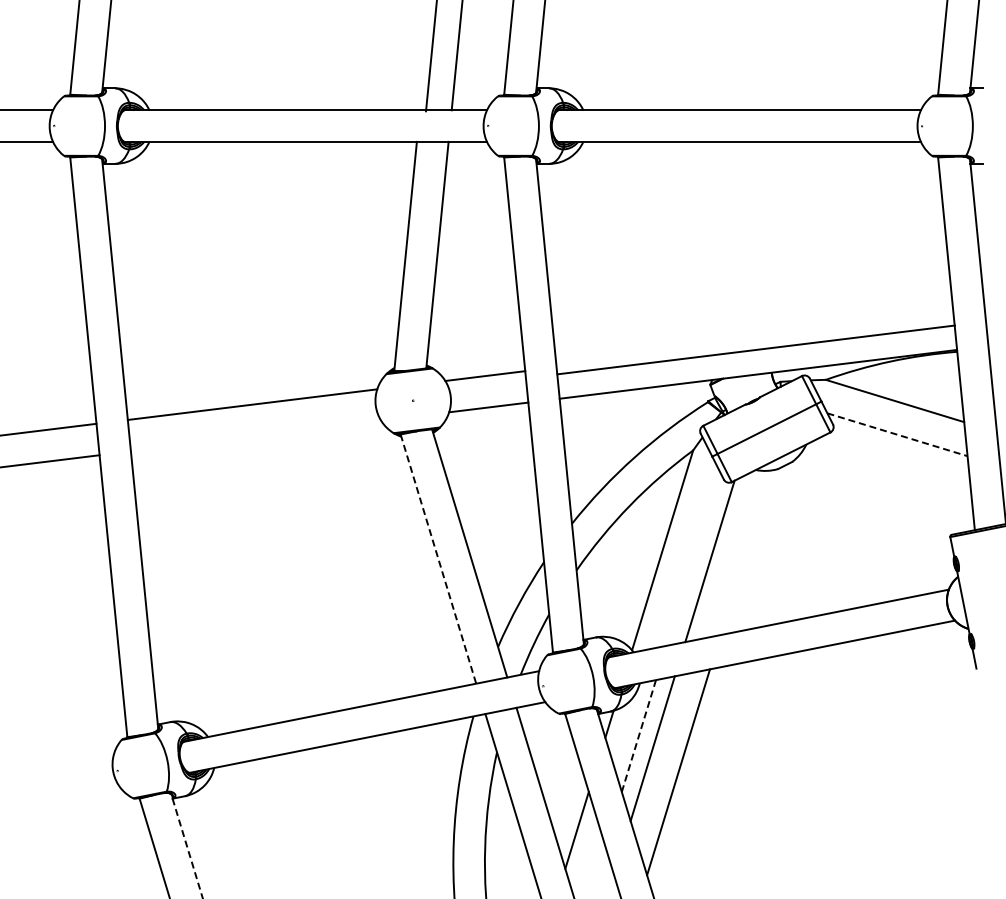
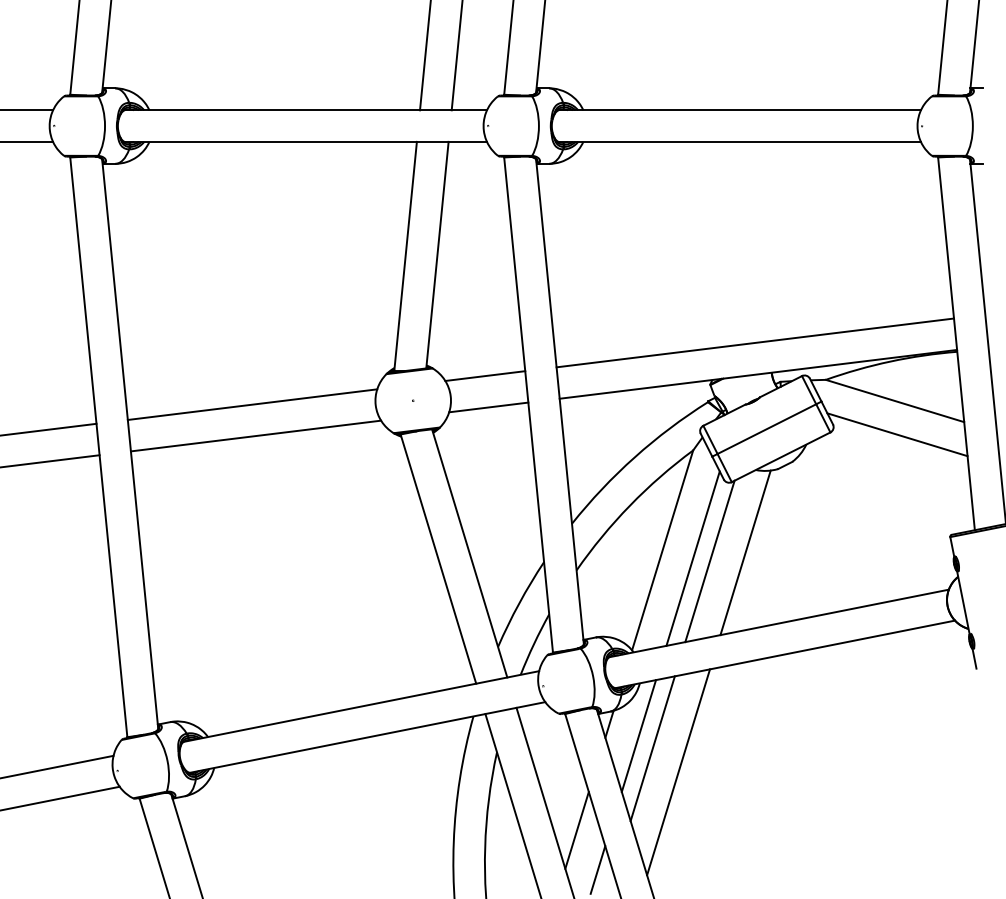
line at (431, 56) position: (431, 56) -> (425, 56)
line at (756, 349) position: (756, 349) -> (755, 342)
line at (897, 434): dashed -> solid
line at (255, 435): none -> present
line at (745, 552): none -> present
line at (692, 558): none -> present
line at (438, 559): dashed -> solid
line at (639, 735): dashed -> solid
line at (57, 766): none -> present
line at (60, 798): none -> present
line at (186, 846): dashed -> solid
line at (597, 869): none -> present
